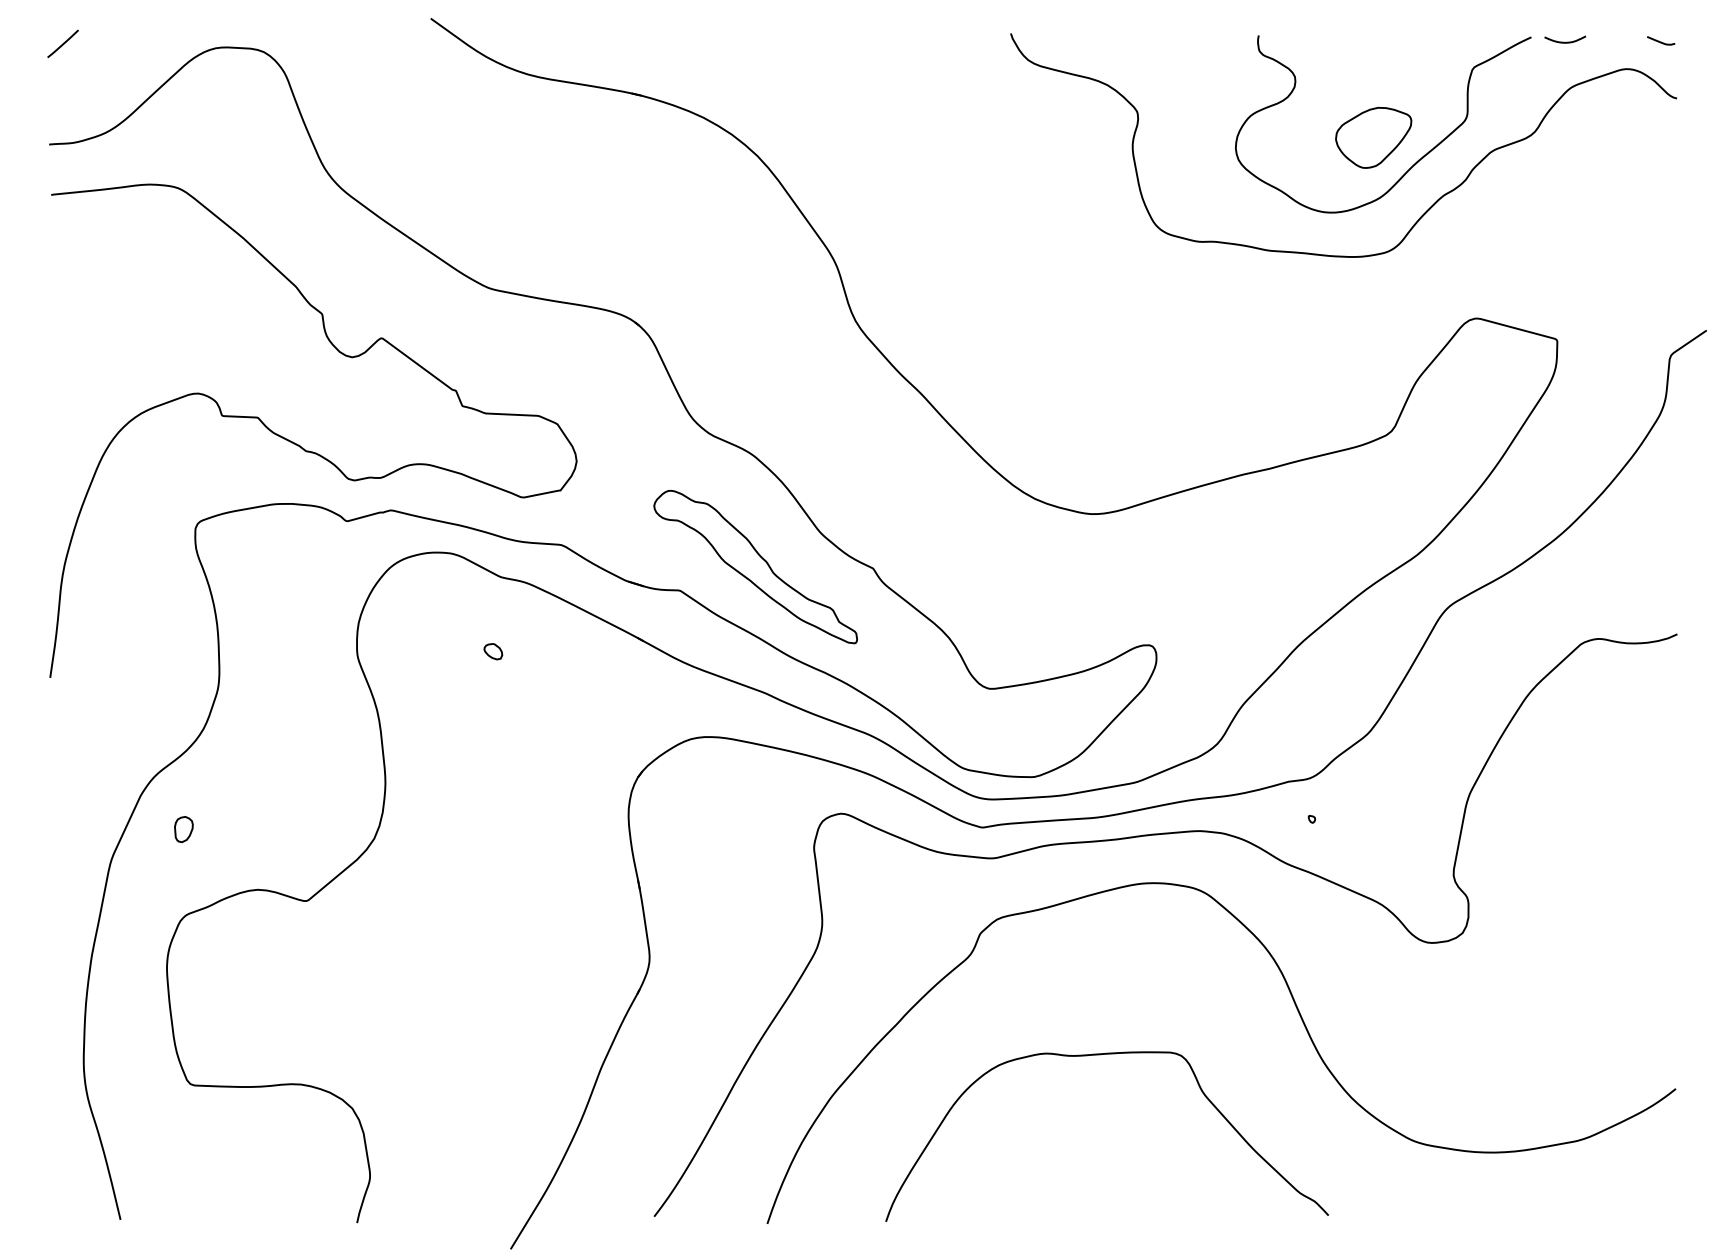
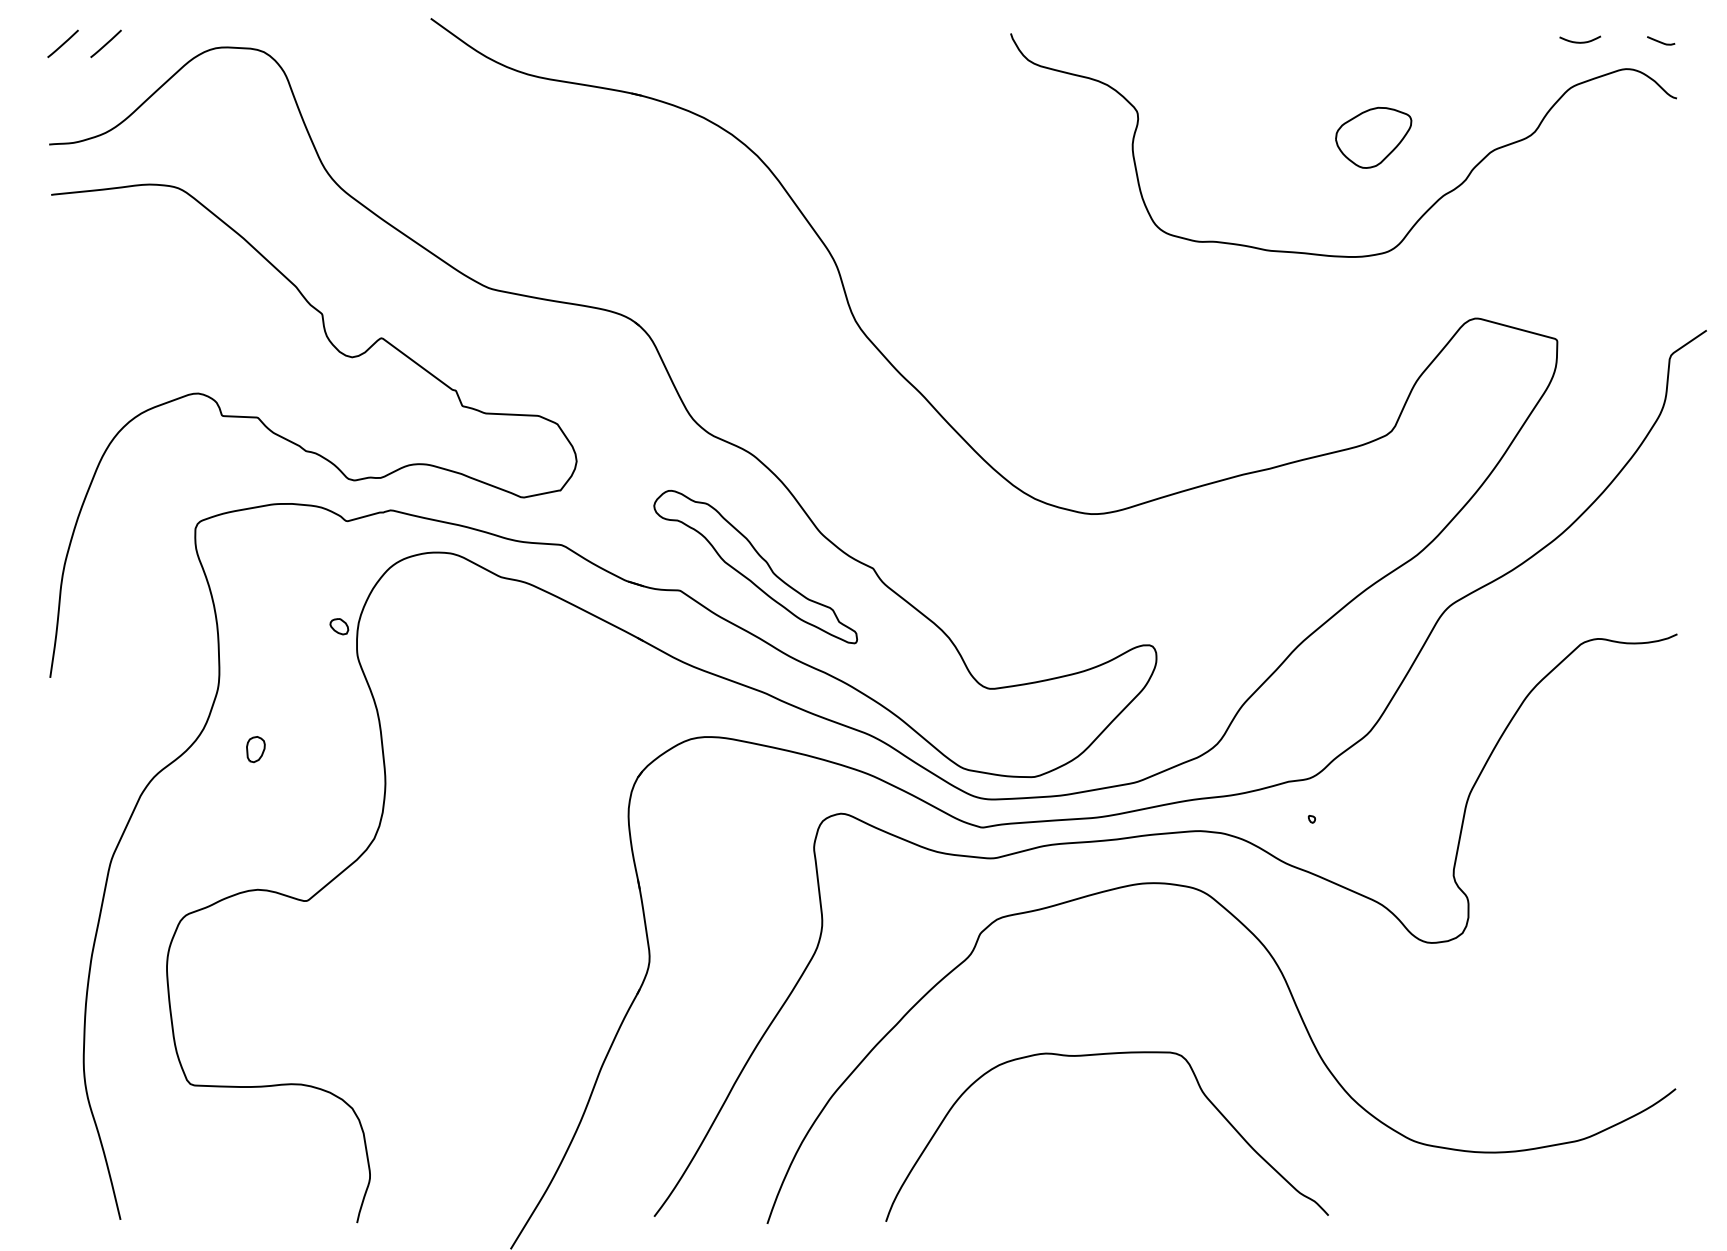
curve at (1564, 41) position: (1564, 41) -> (1579, 41)
line at (105, 43): none -> present
curve at (1418, 159): present -> none
part at (493, 651) position: (493, 651) -> (339, 626)
part at (183, 829) position: (183, 829) -> (255, 749)
